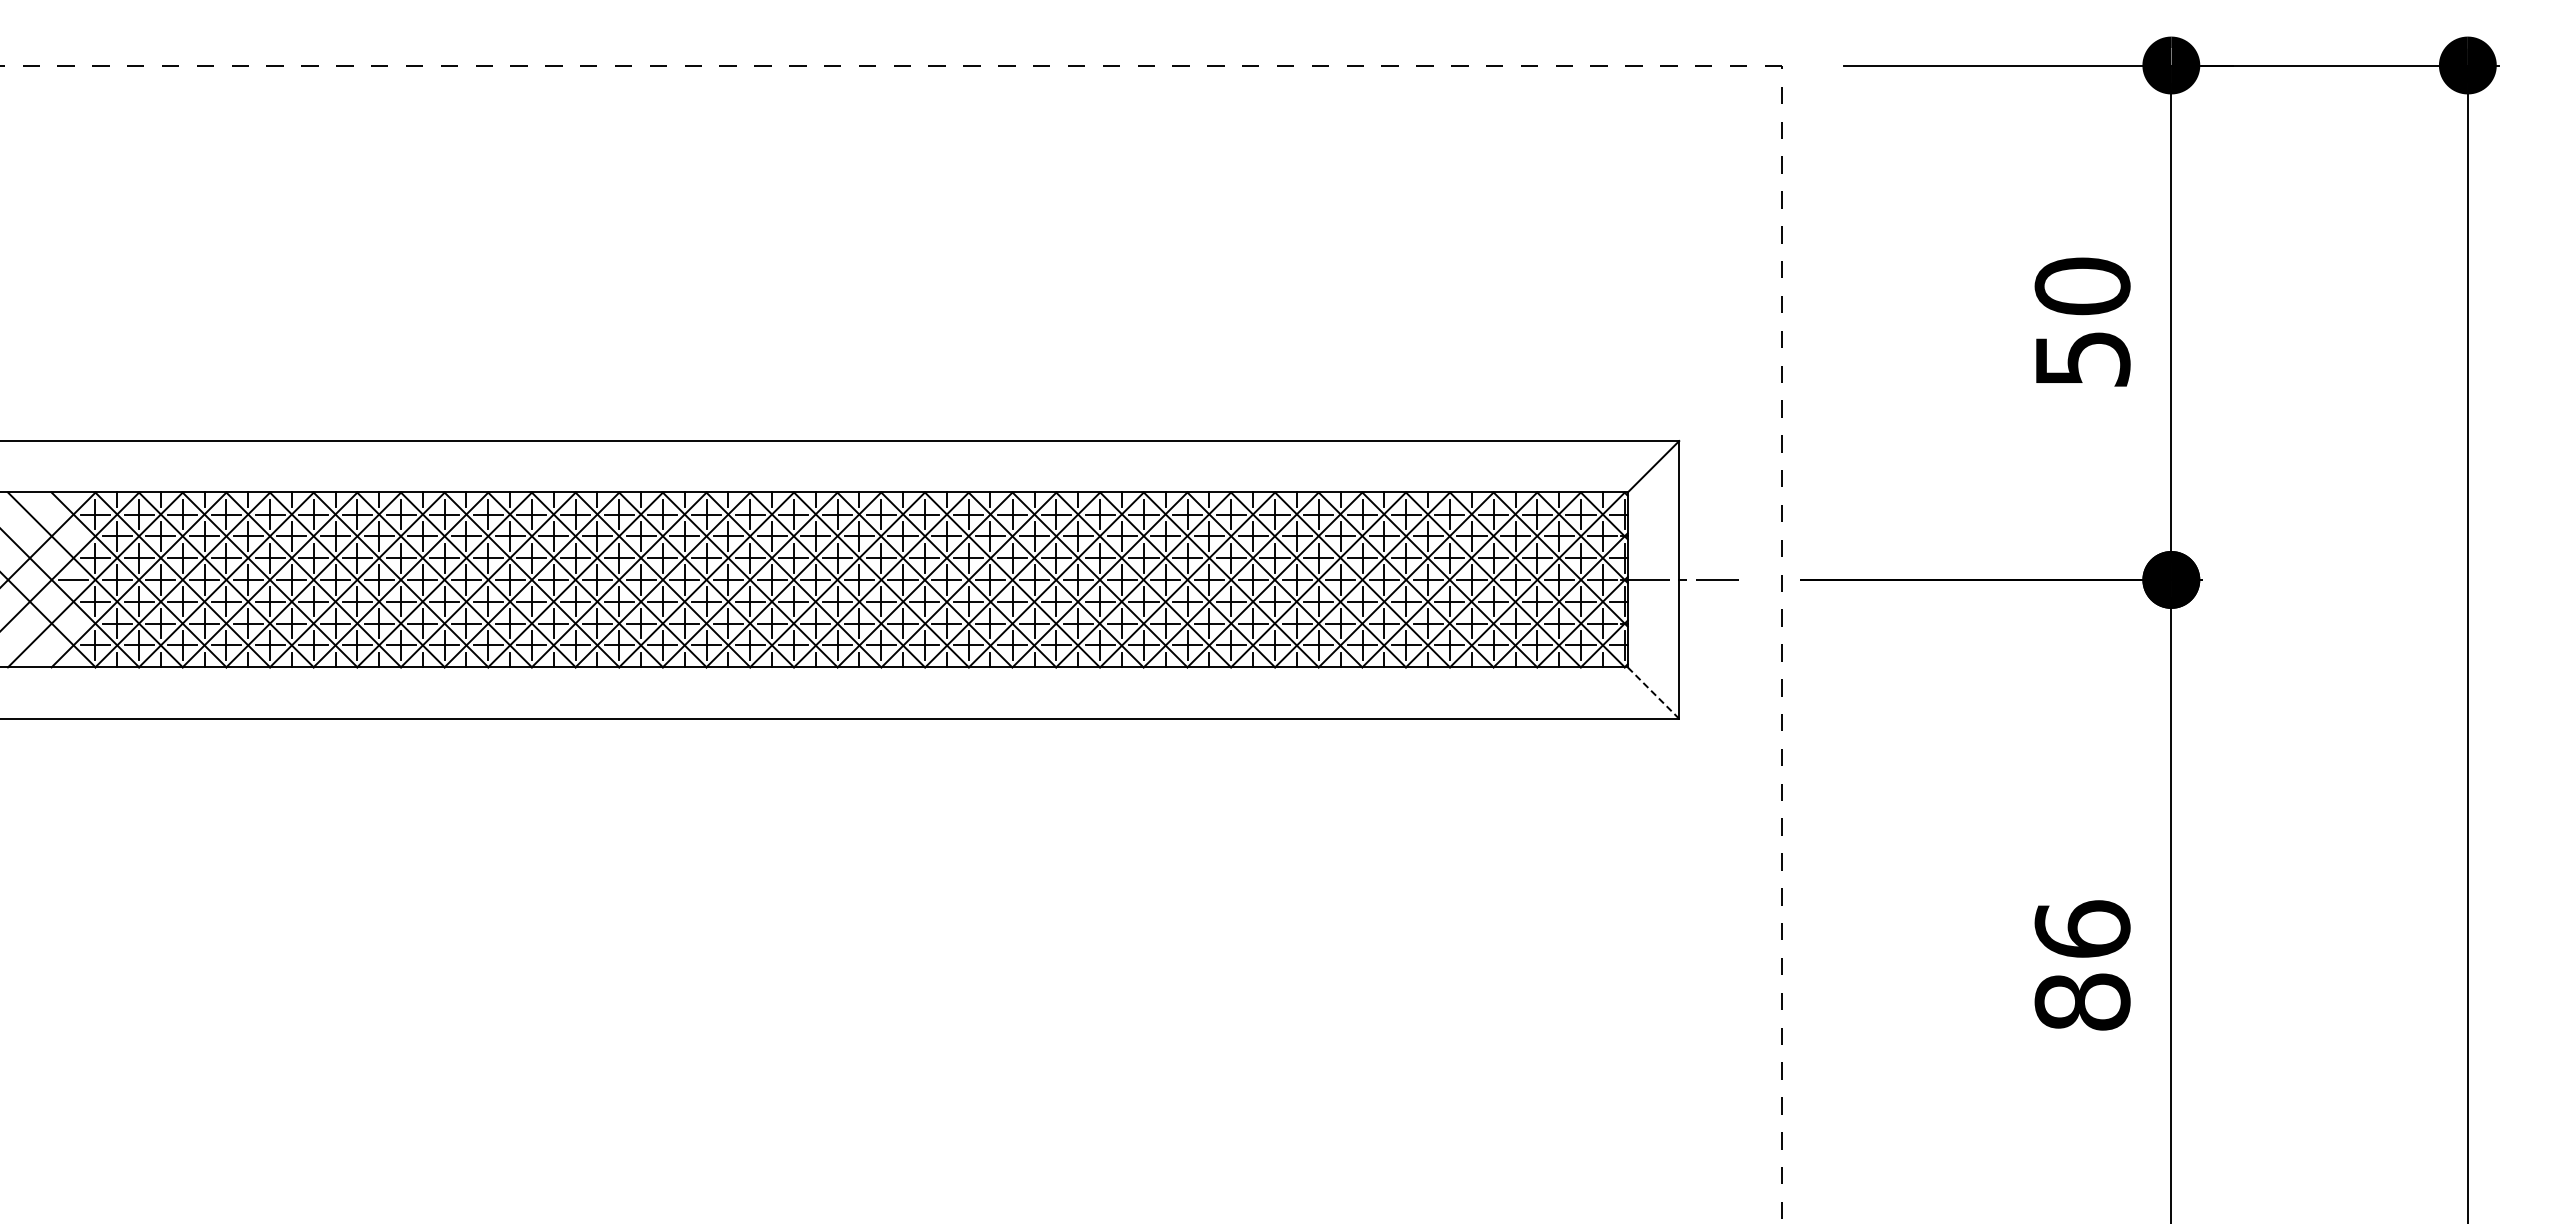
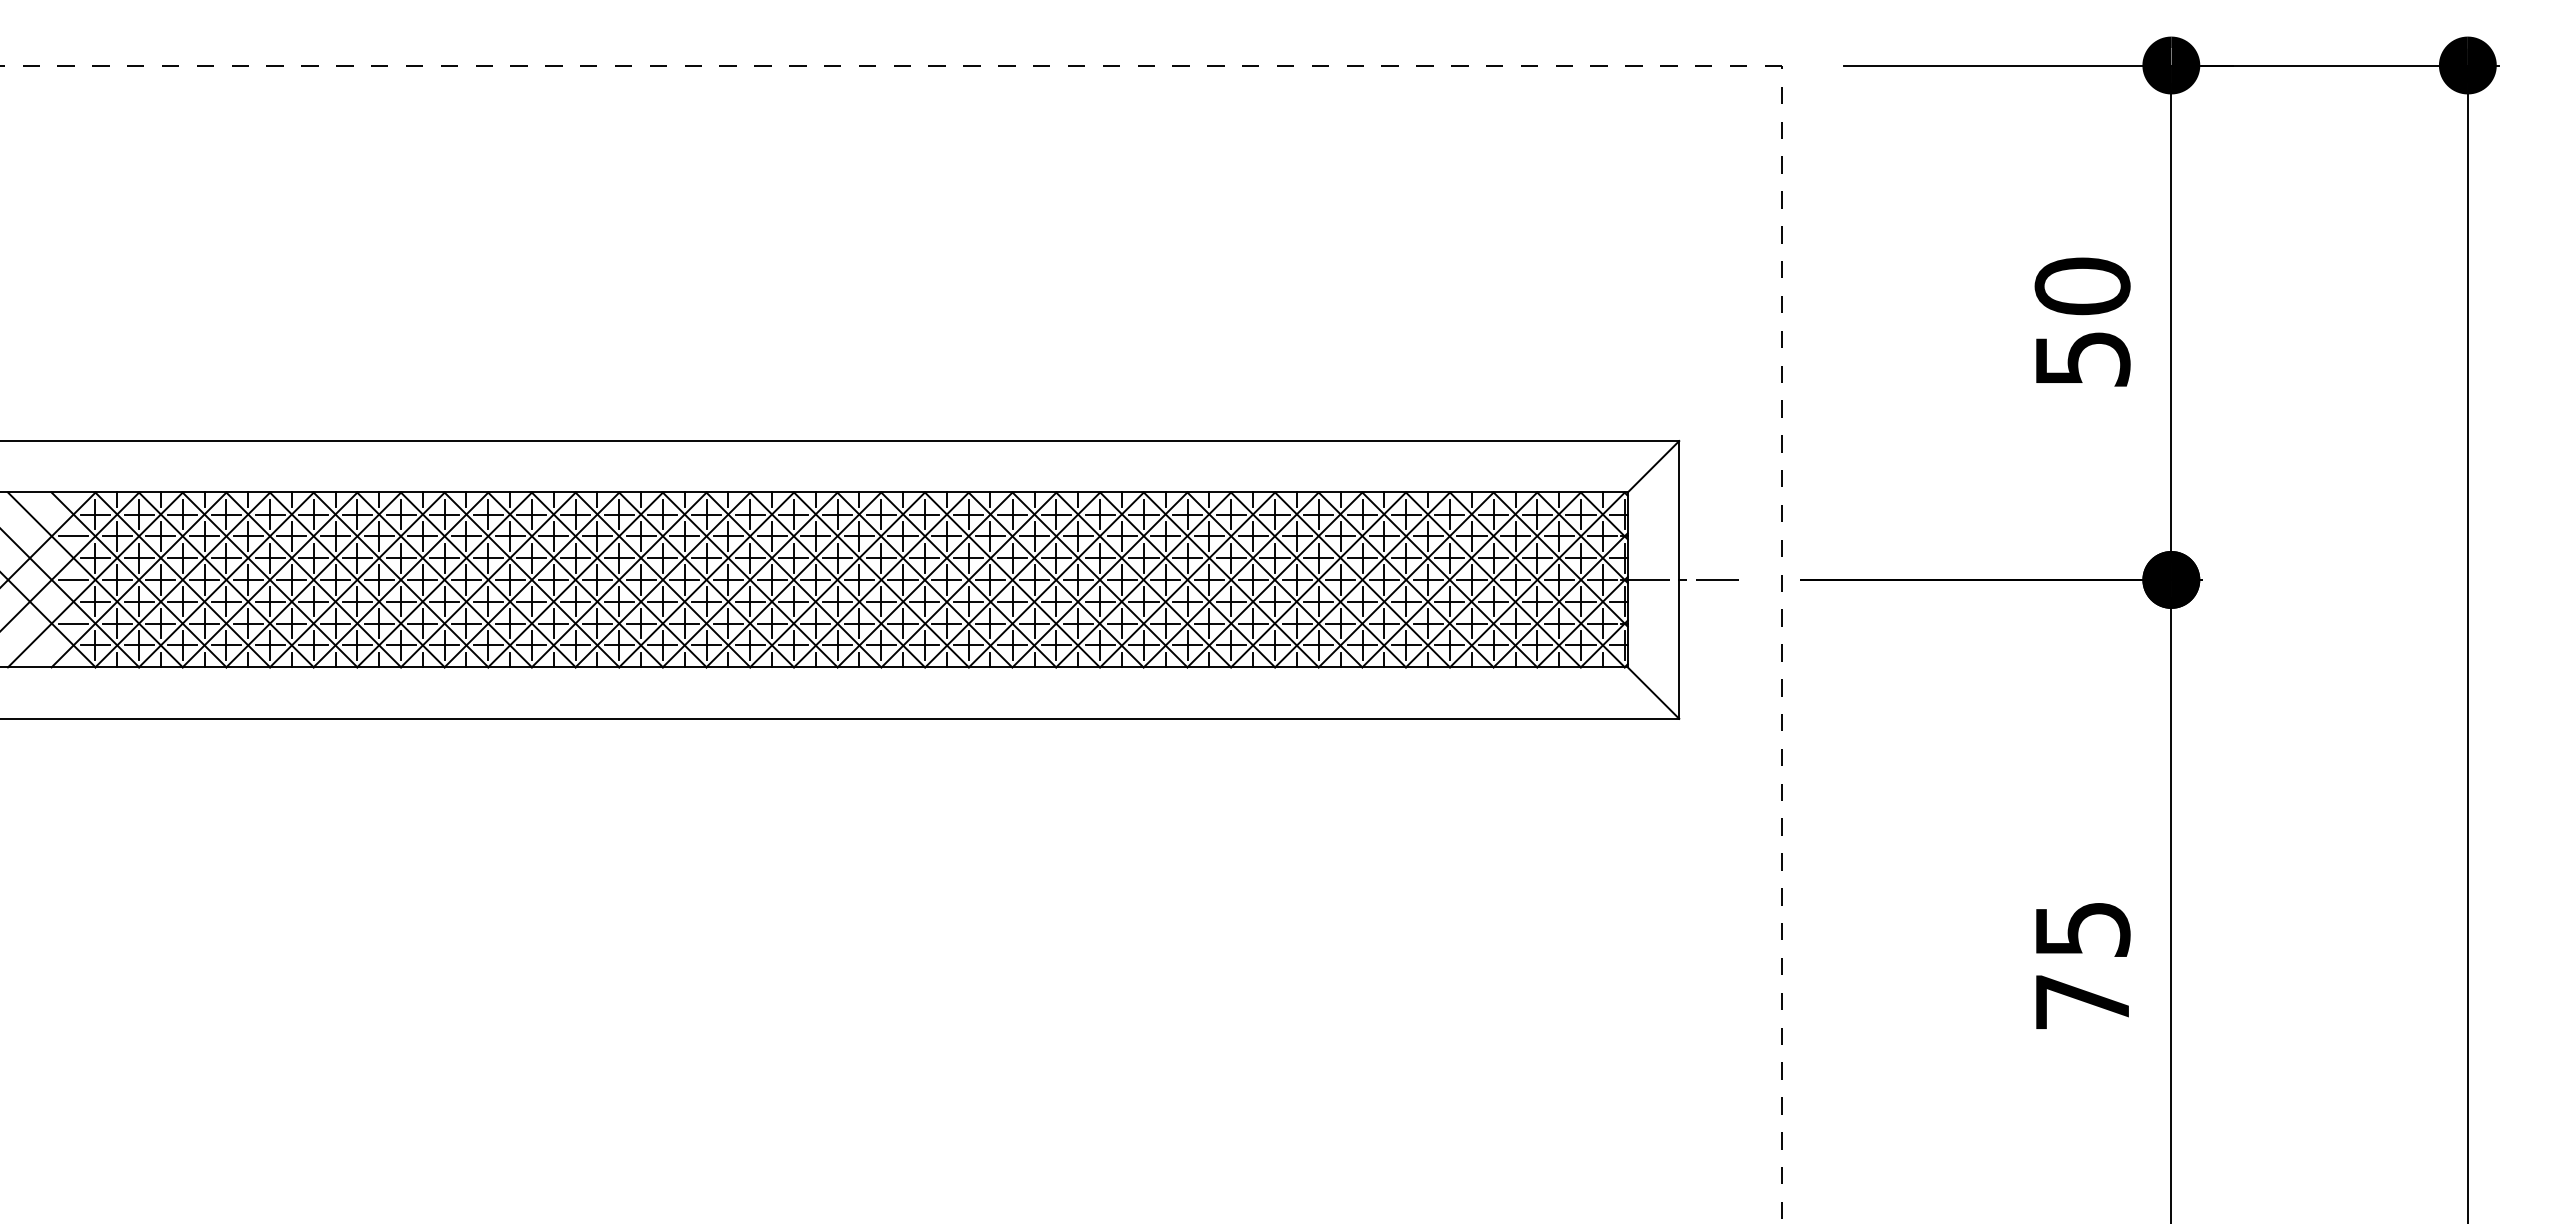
line at (73, 536): none -> present
line at (73, 623): none -> present
line at (1653, 693): dashed -> solid
text at (2082, 965): 86 -> 75
